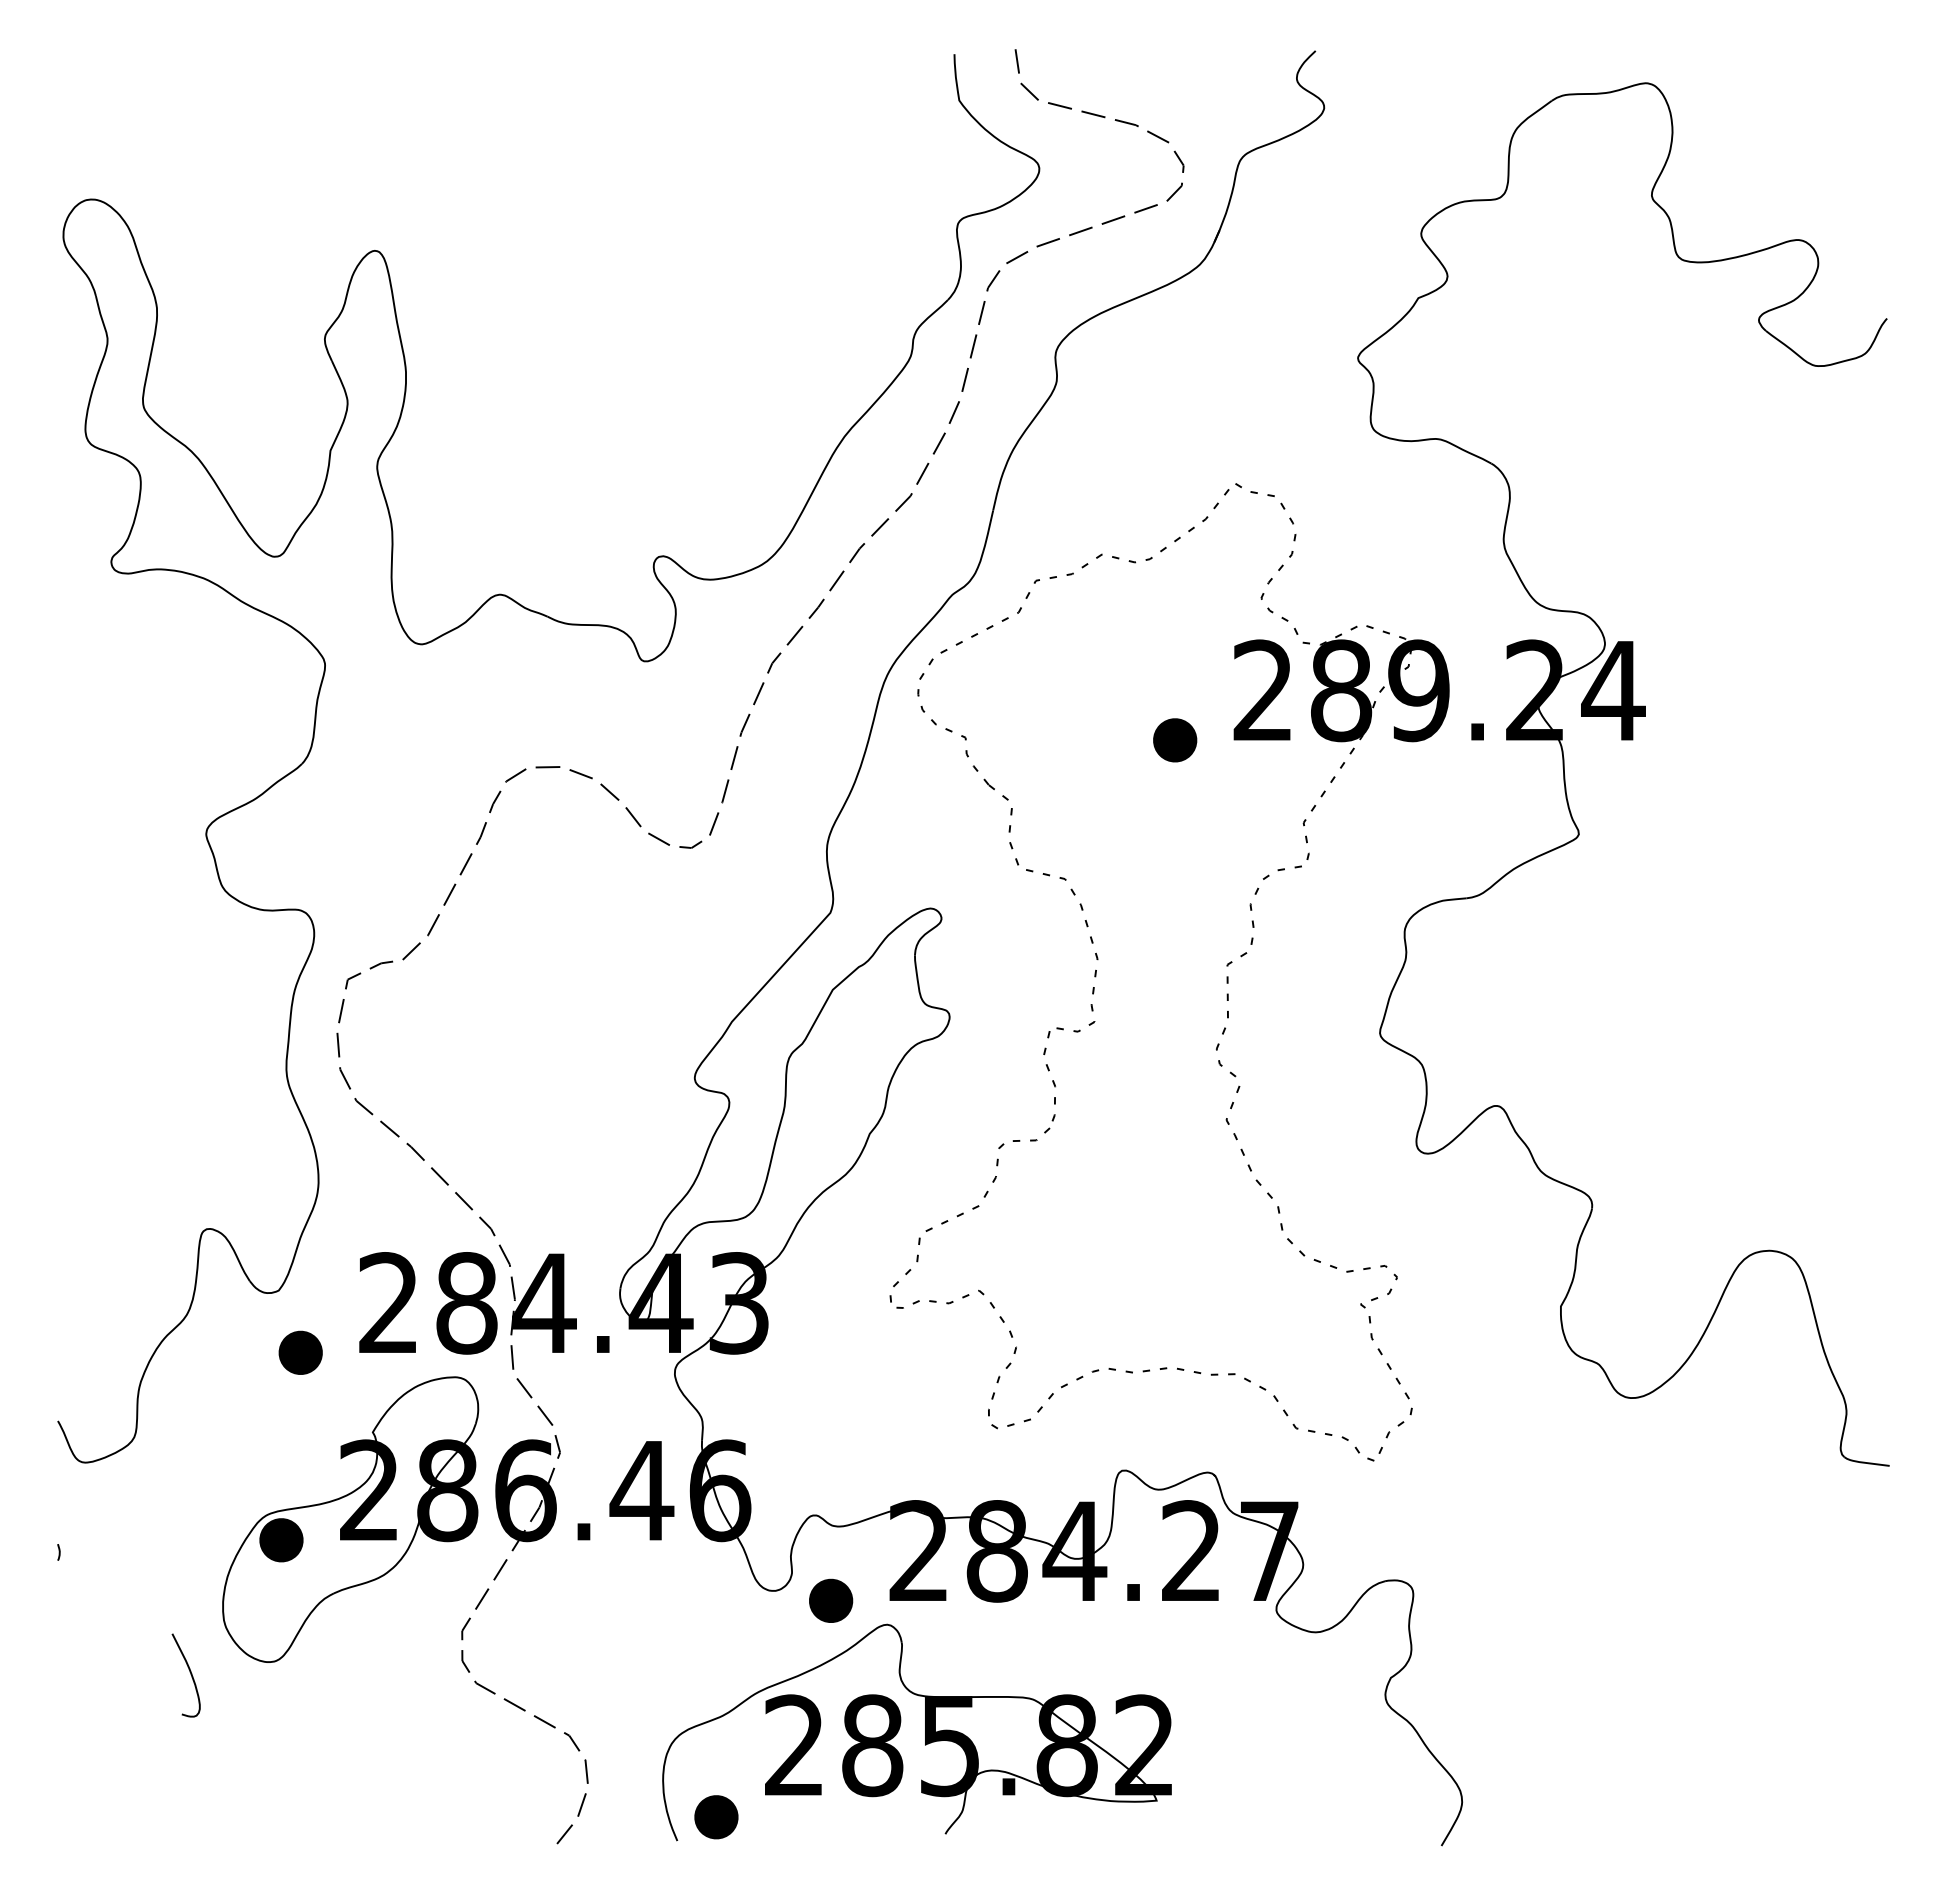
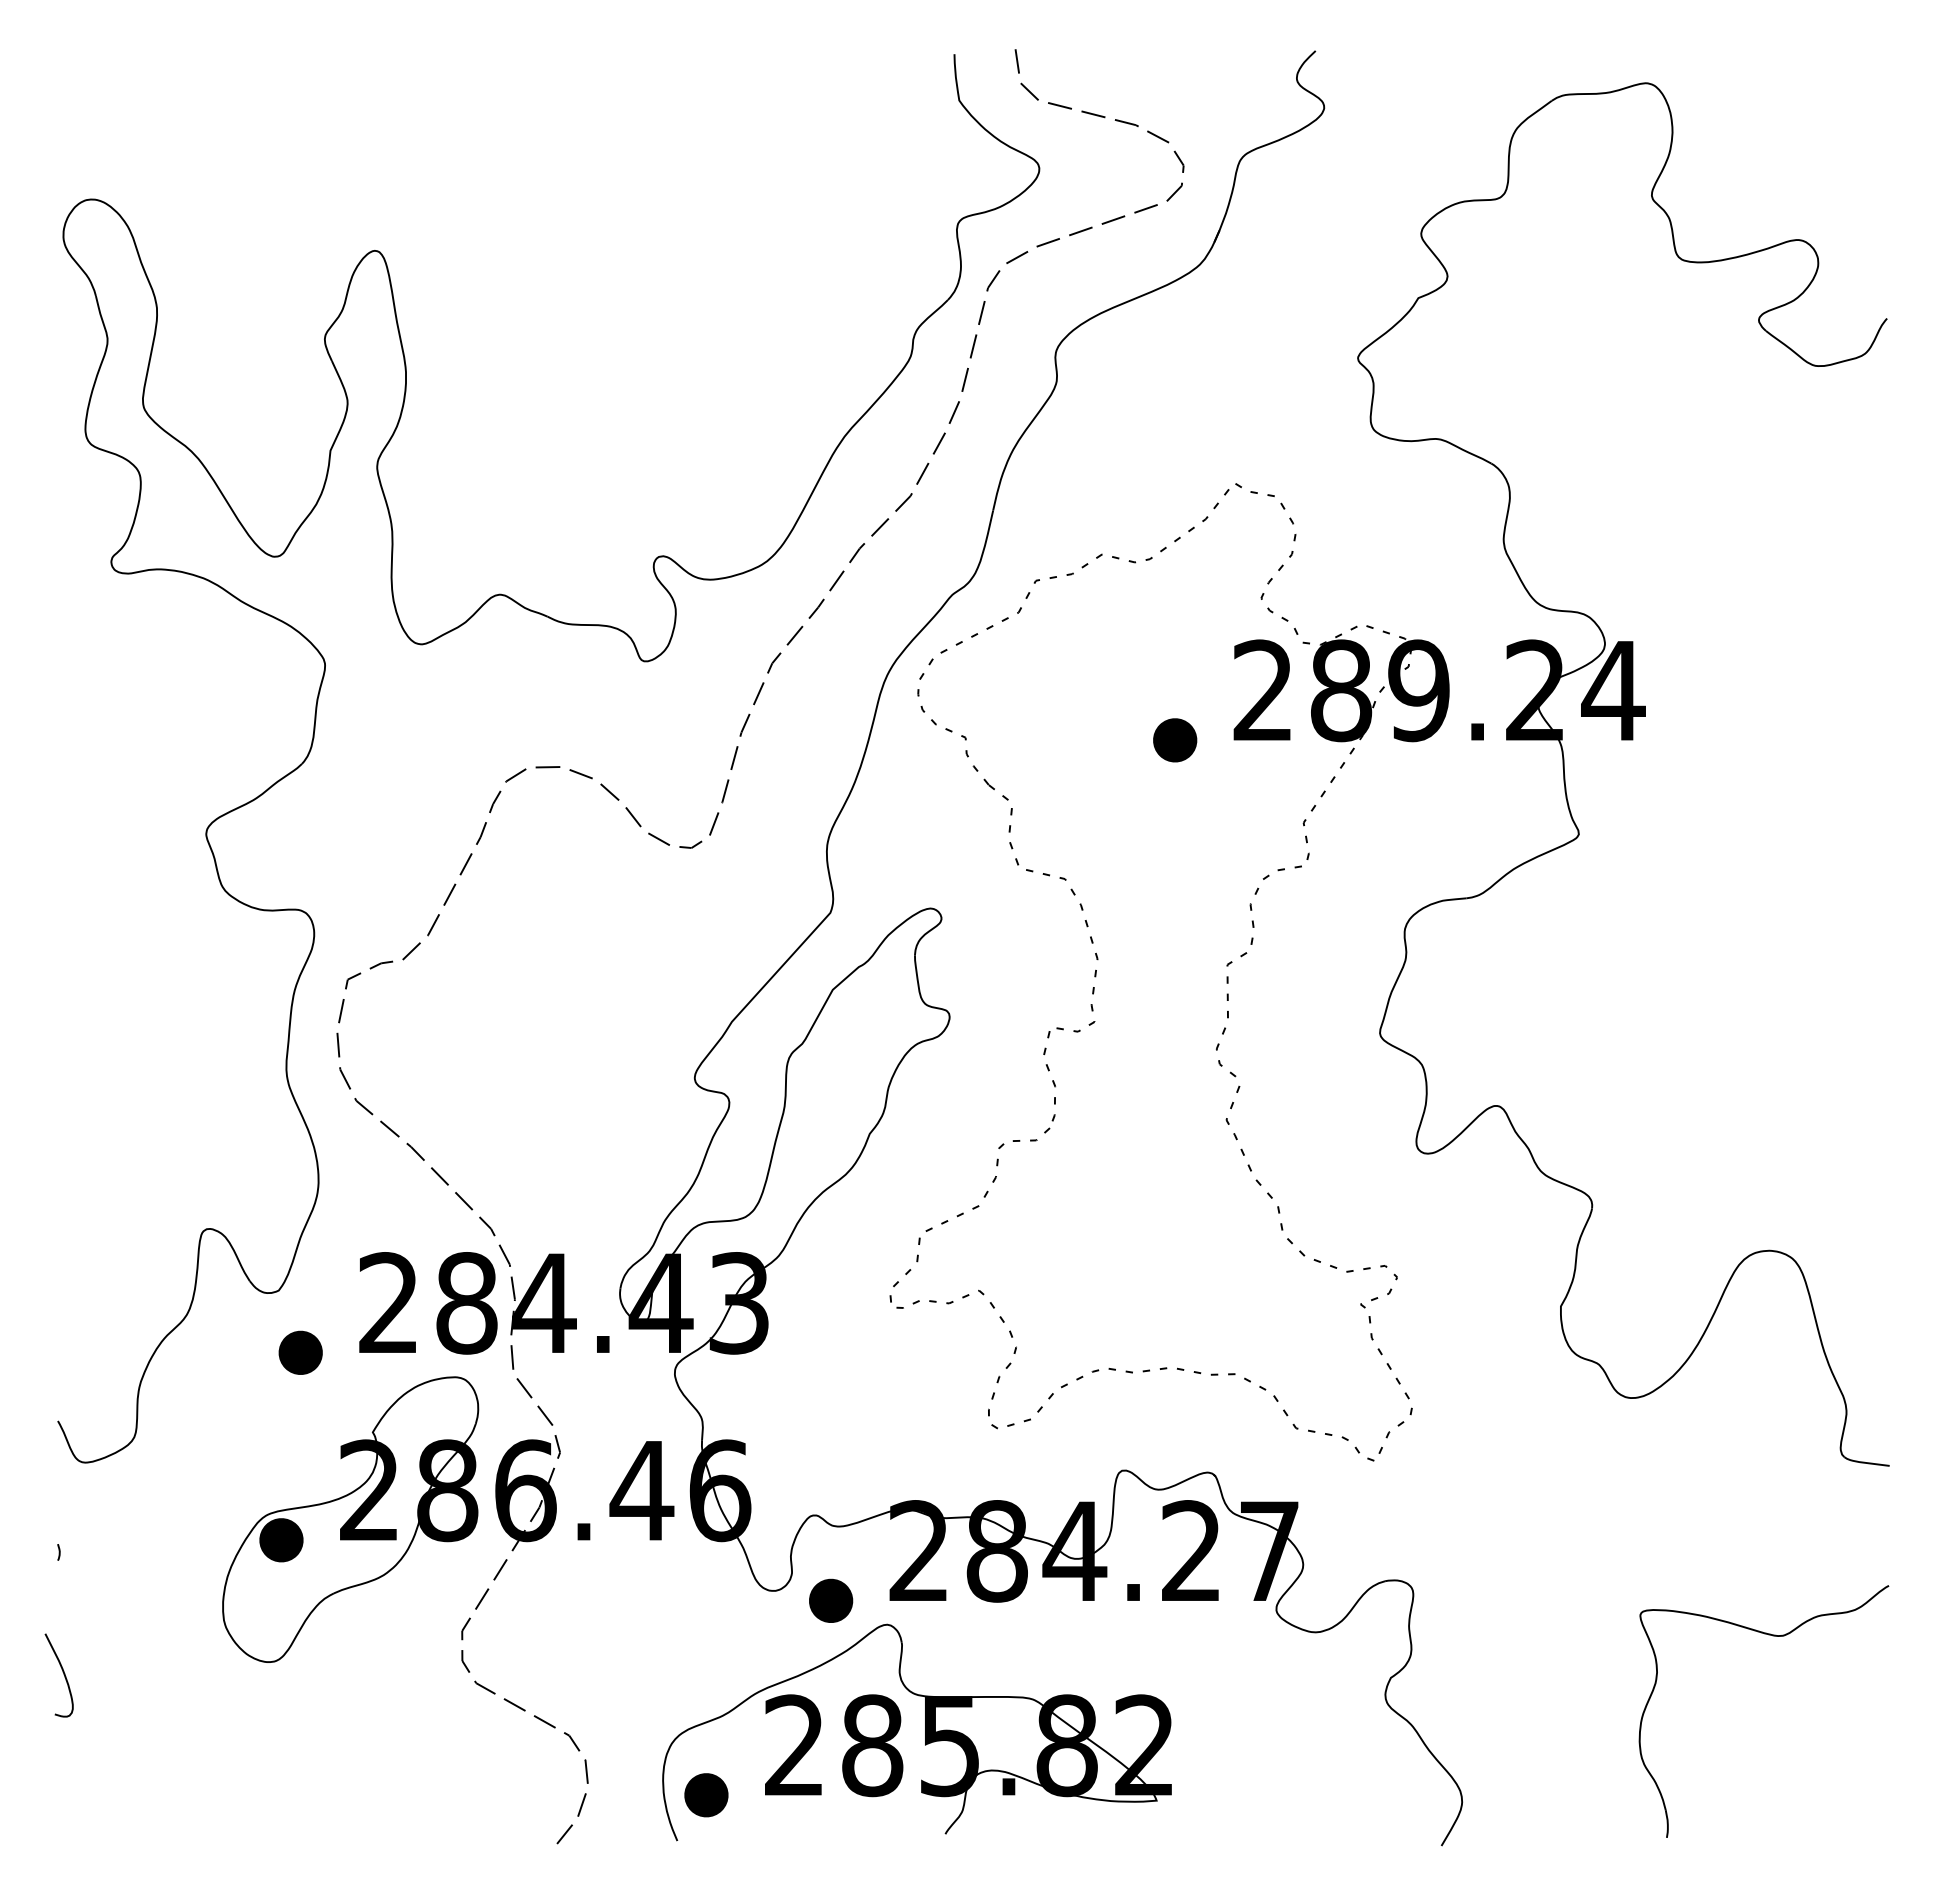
part at (1772, 1636): none -> present
curve at (189, 1672) position: (189, 1672) -> (62, 1672)
part at (716, 1817) position: (716, 1817) -> (706, 1795)
